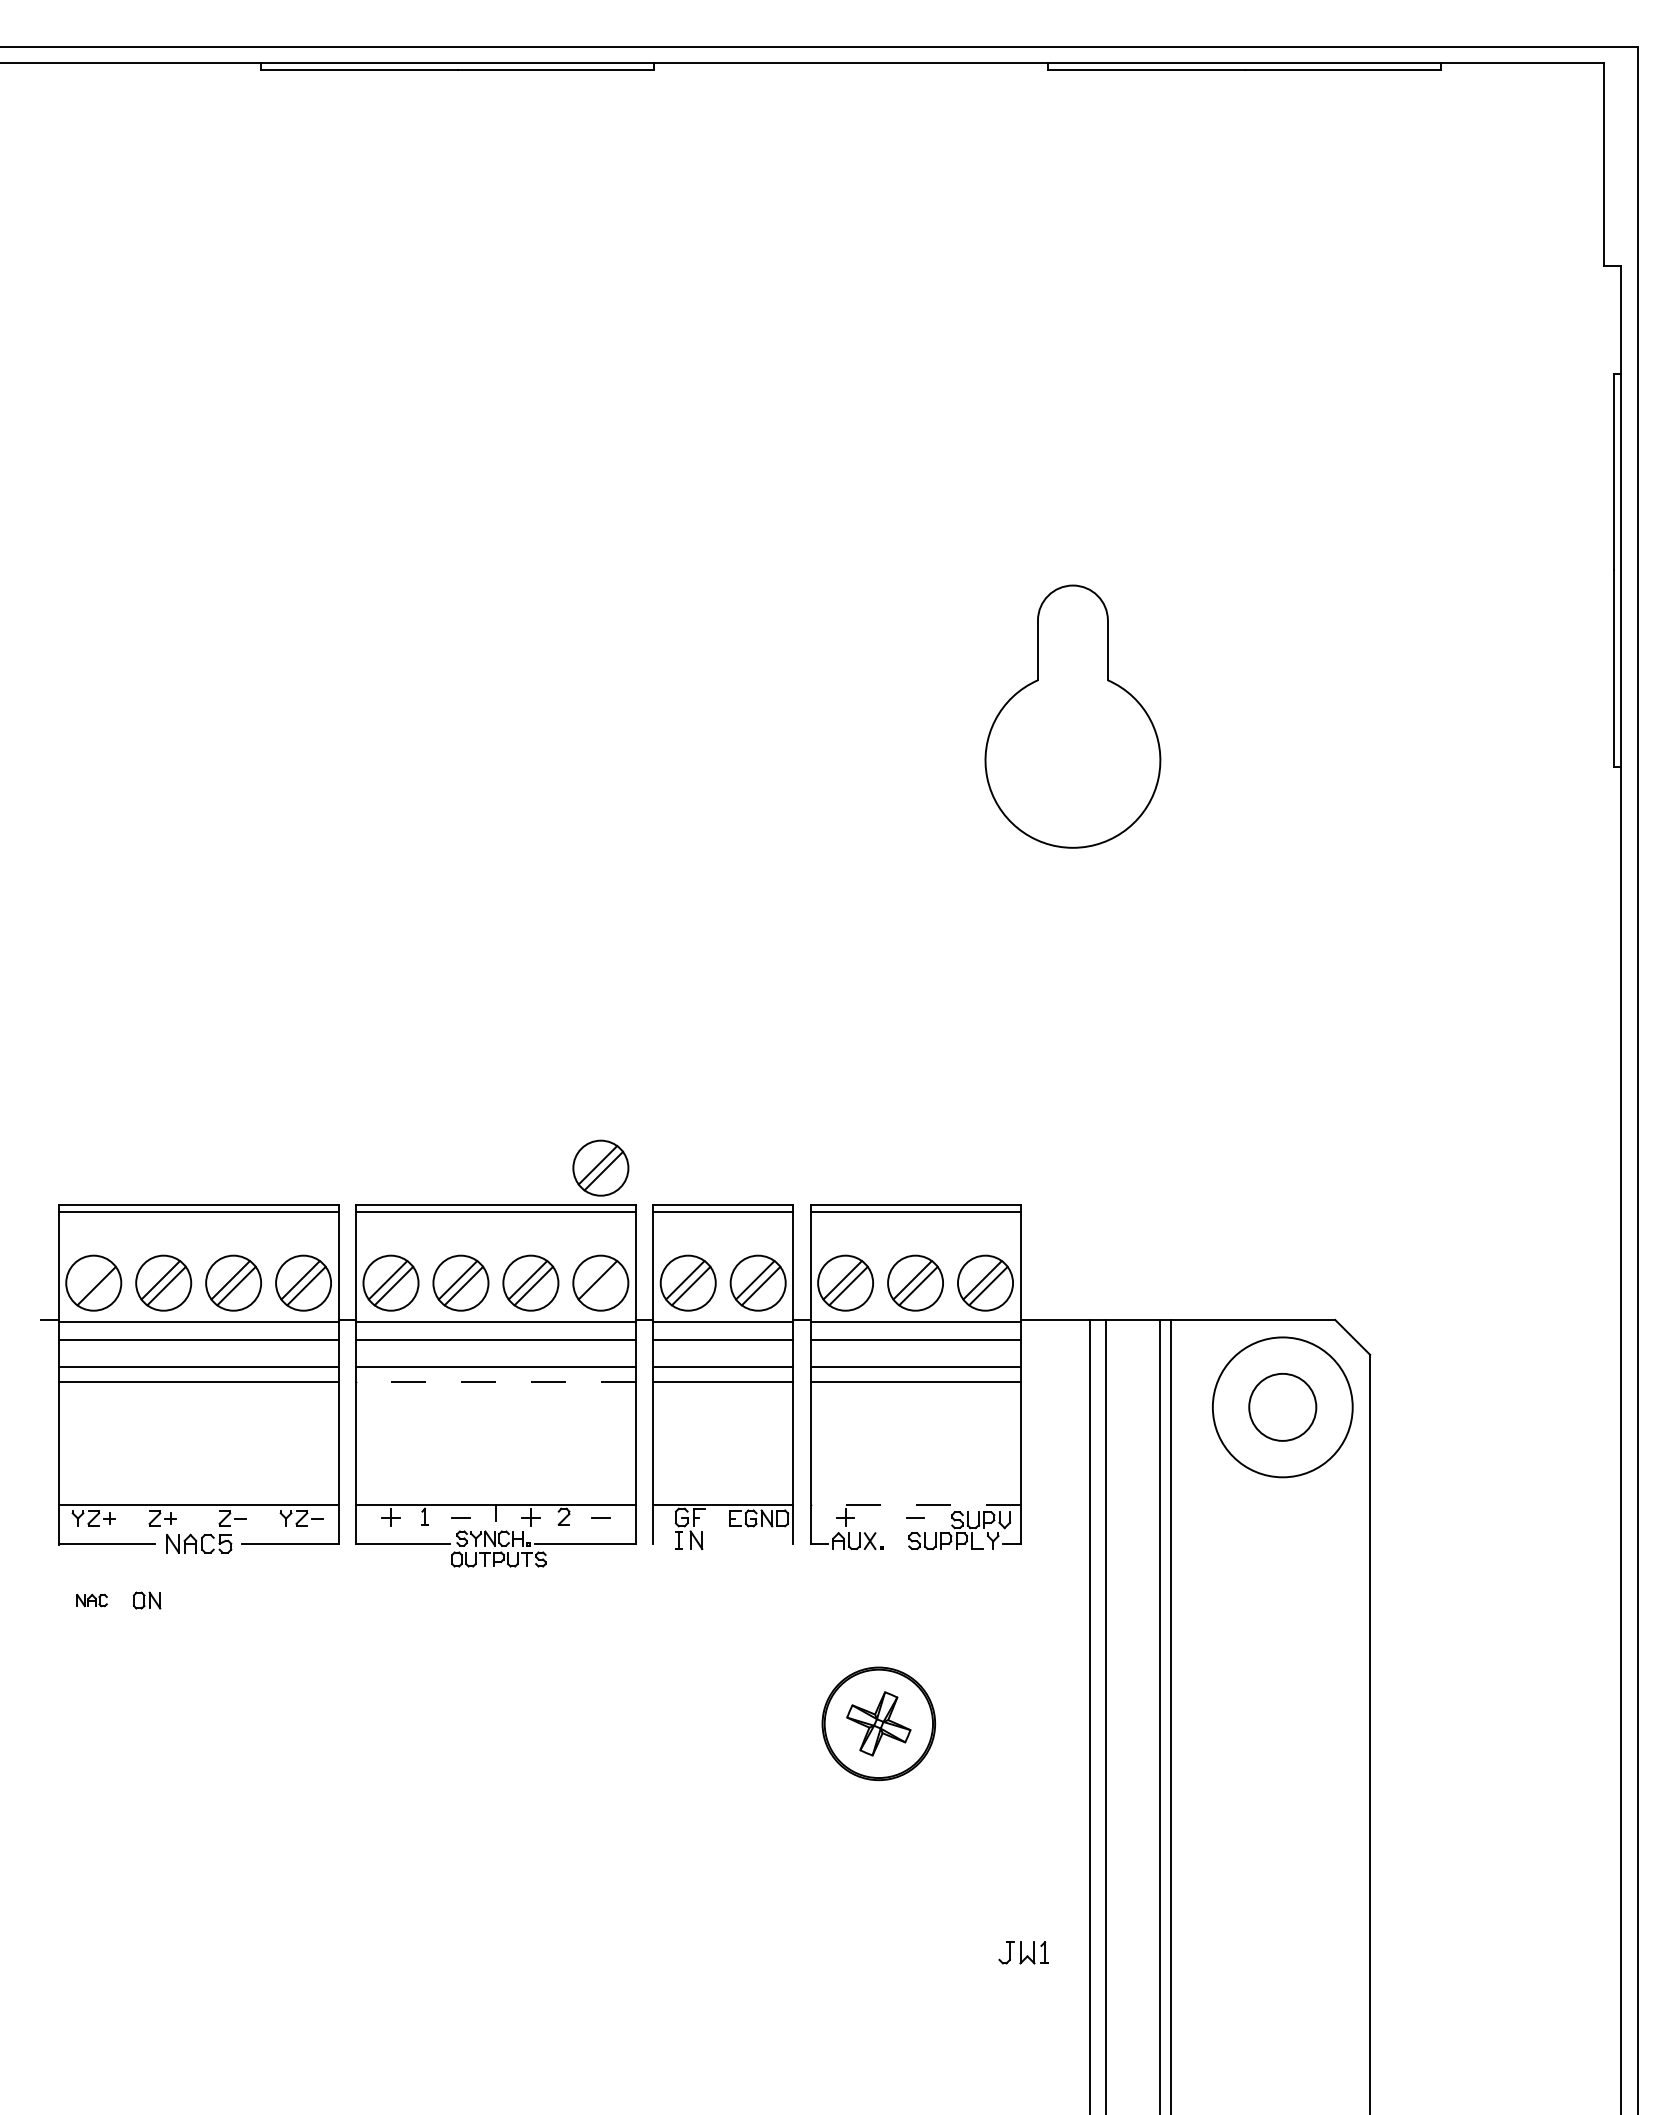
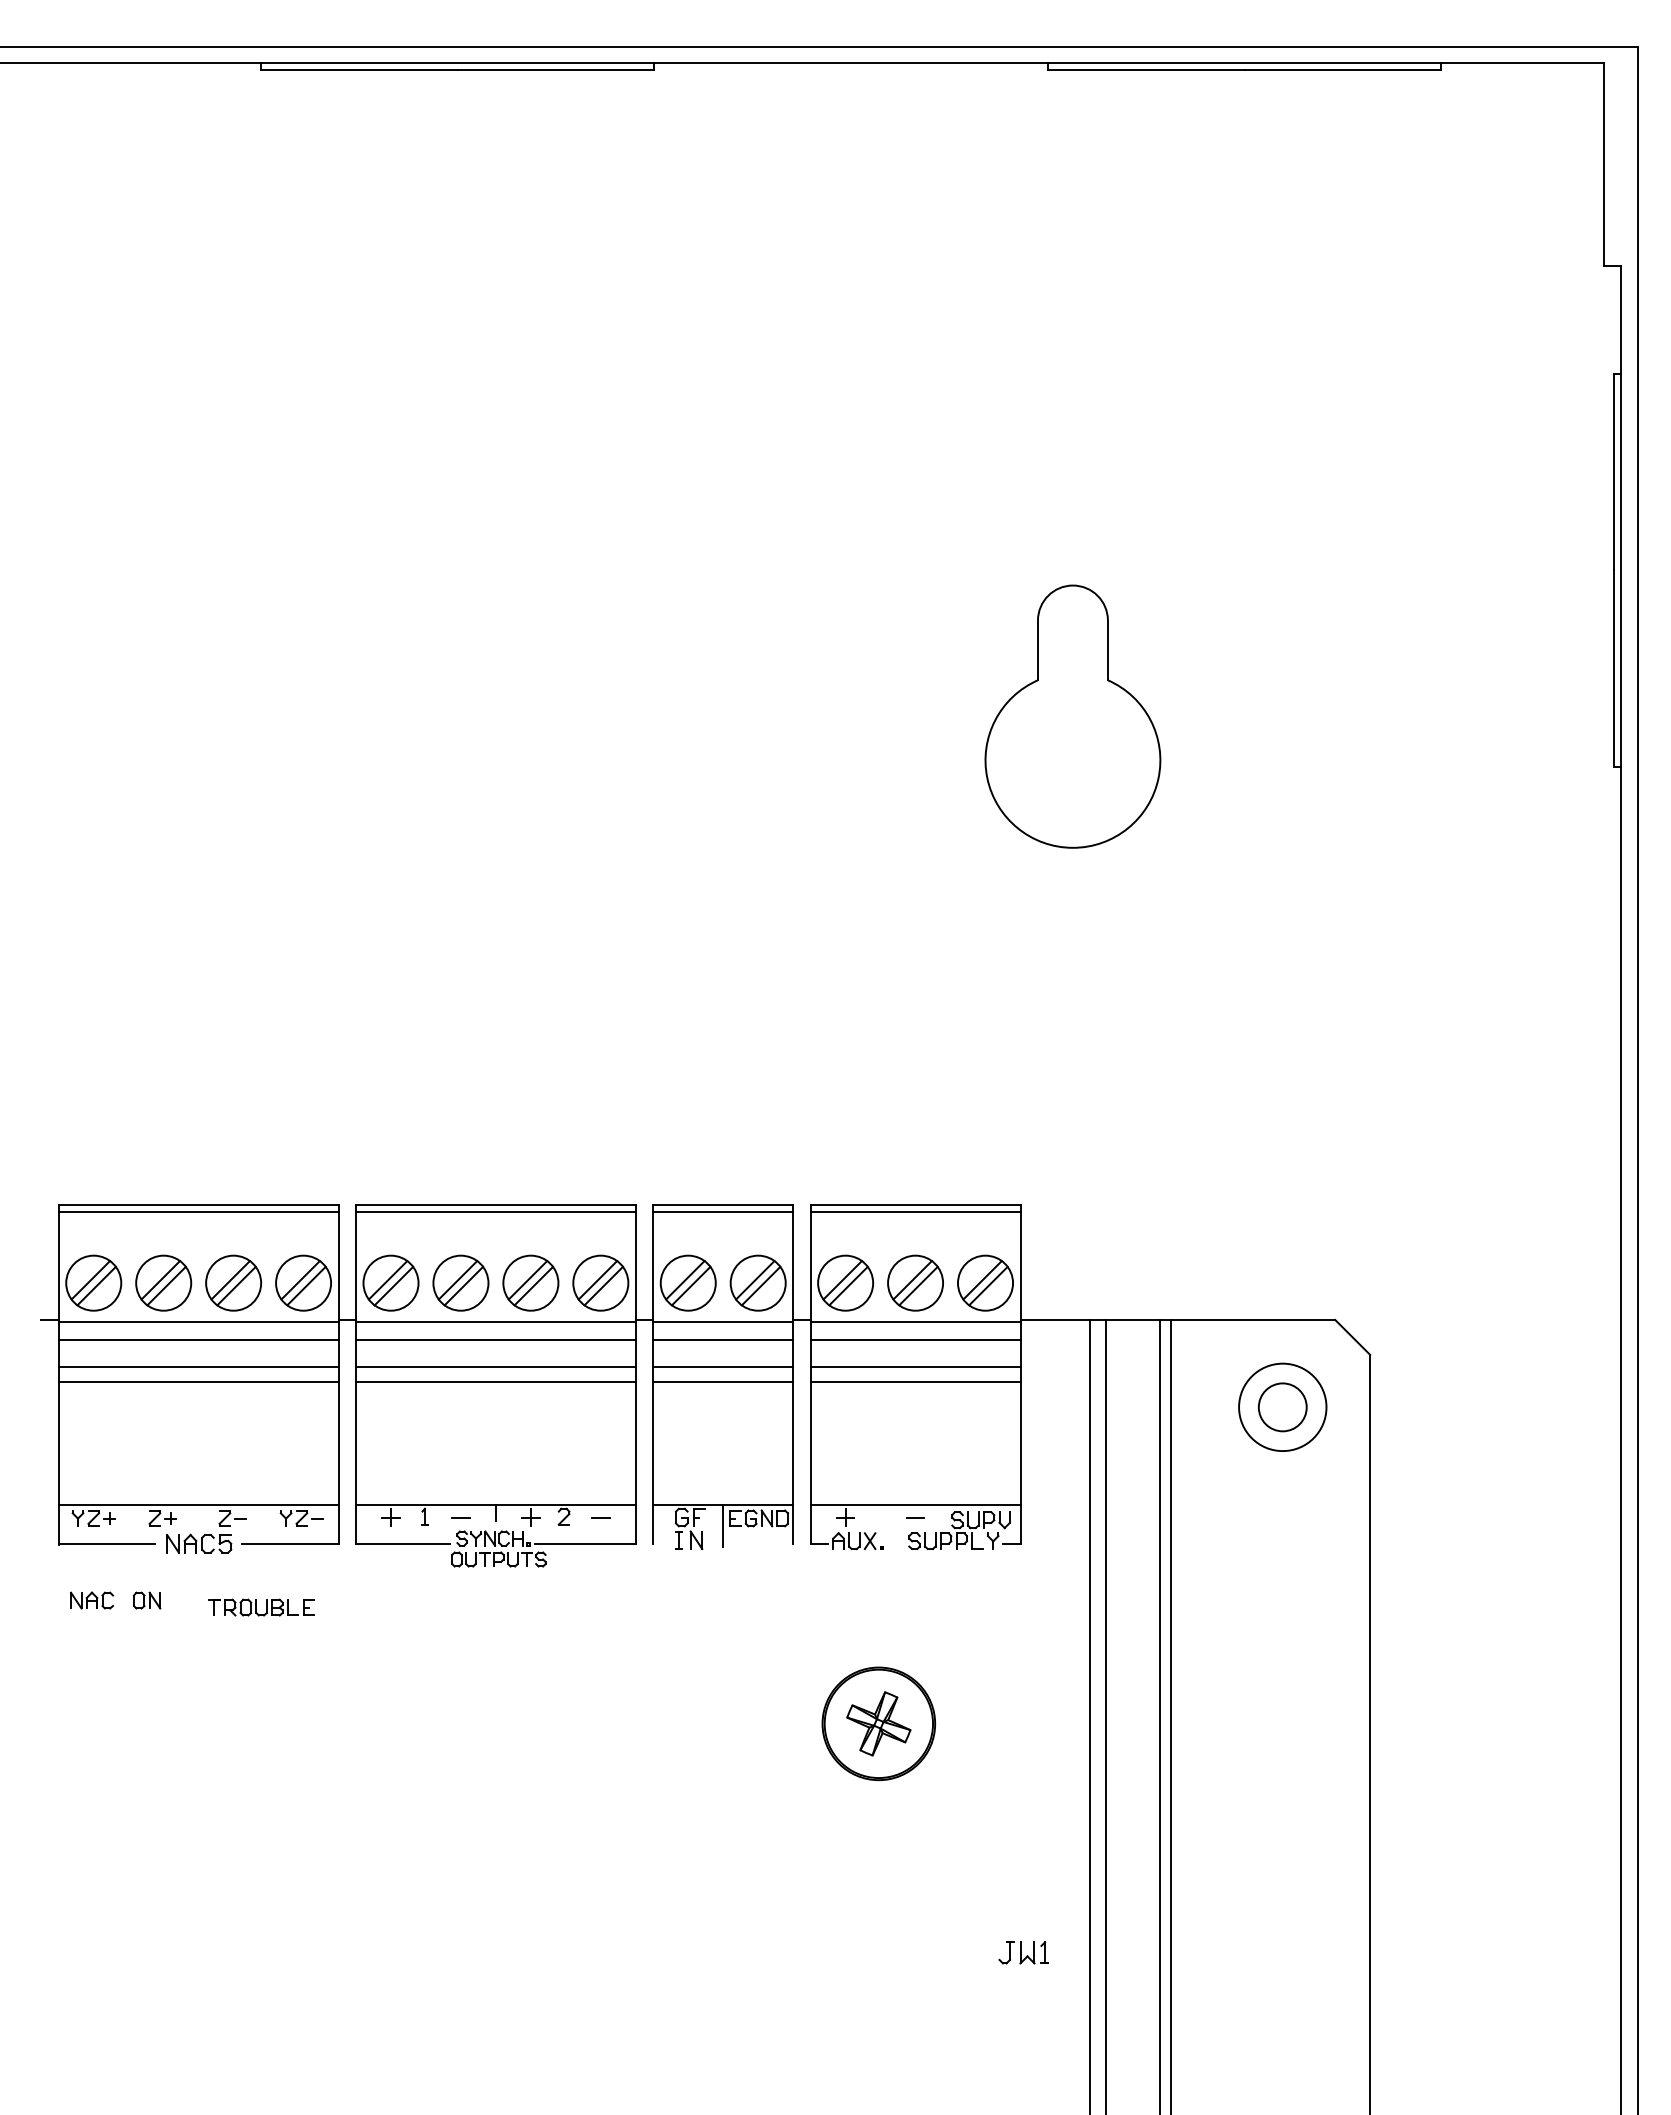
part at (600, 1167): present -> none
line at (90, 1280): none -> present
line at (603, 1285): none -> present
line at (495, 1382): dashed -> solid
circle at (1282, 1406) diameter: 67 px -> 48 px
circle at (1282, 1407) diameter: 140 px -> 87 px
line at (915, 1504): dashed -> solid
line at (723, 1525): none -> present
part at (91, 1600) size: 32x15 px -> 45x19 px
part at (261, 1607): none -> present
